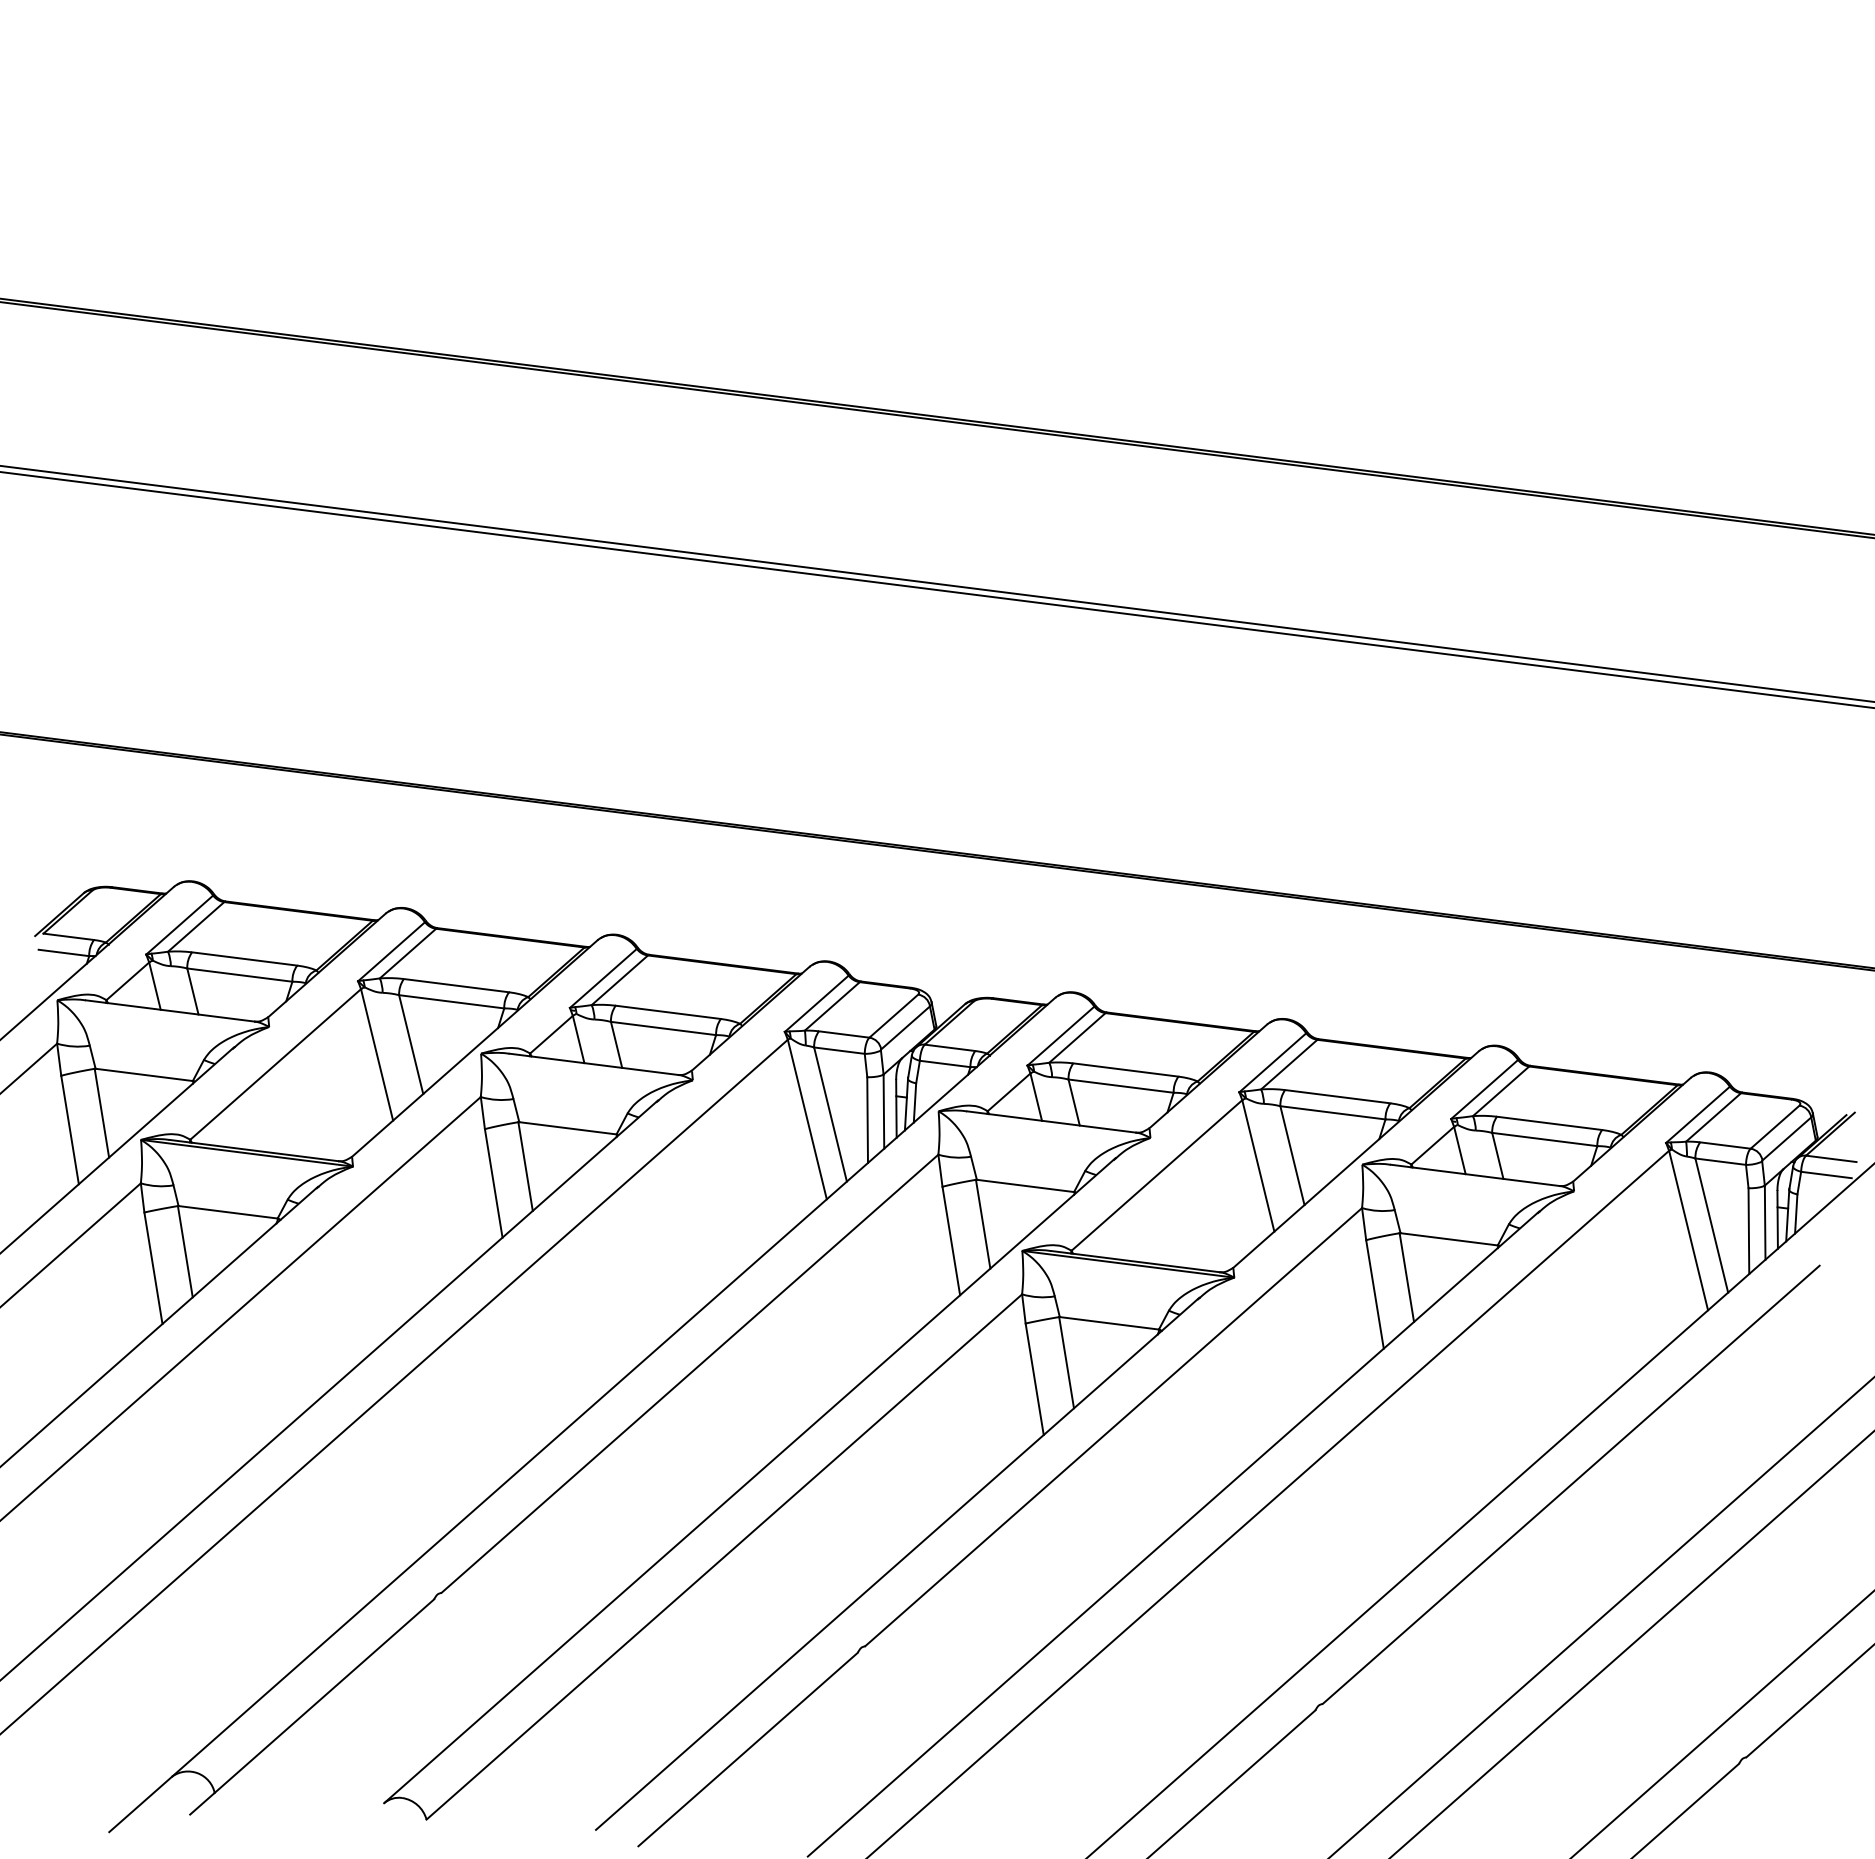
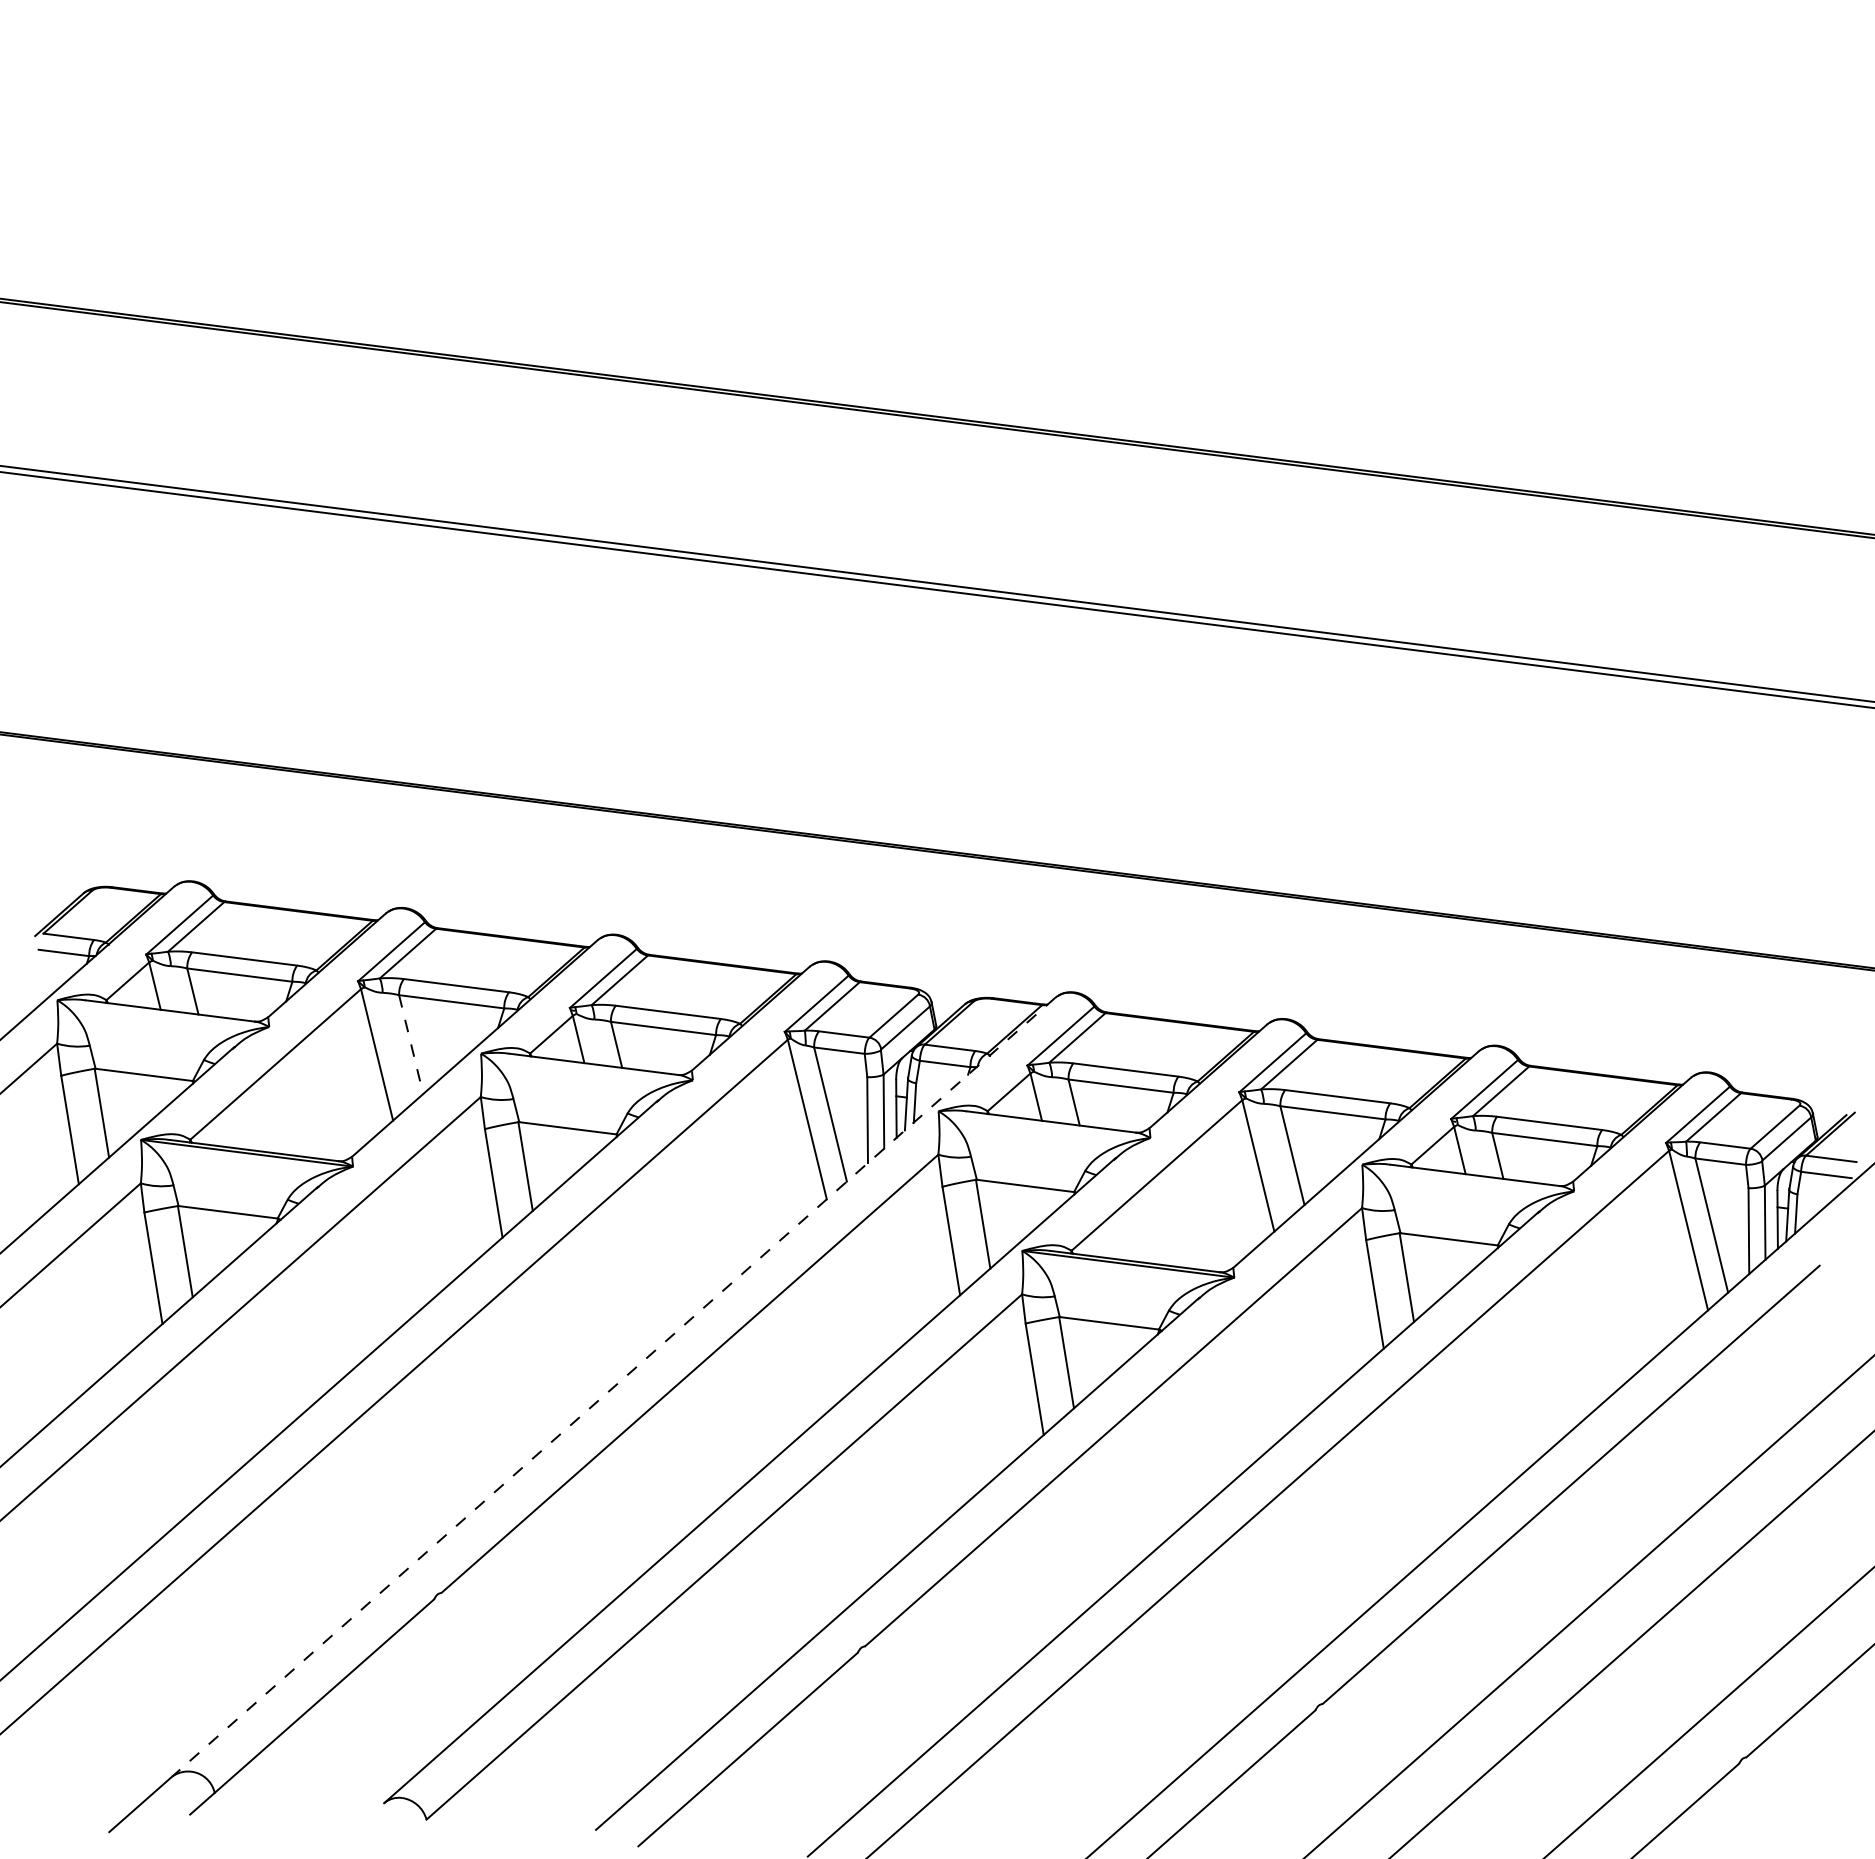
line at (411, 1044): solid -> dashed
line at (613, 1387): solid -> dashed
line at (1601, 1617) position: (1601, 1617) -> (1588, 1606)
line at (1722, 1723) position: (1722, 1723) -> (1709, 1712)
